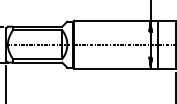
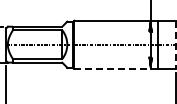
line at (175, 44): solid -> dashed
line at (116, 68): solid -> dashed
